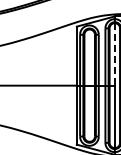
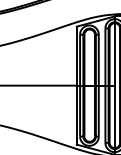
line at (114, 54): dashed -> solid
